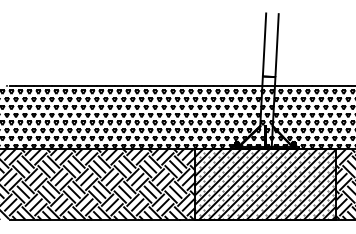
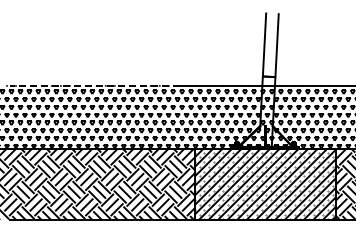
line at (94, 85): solid -> dashed
